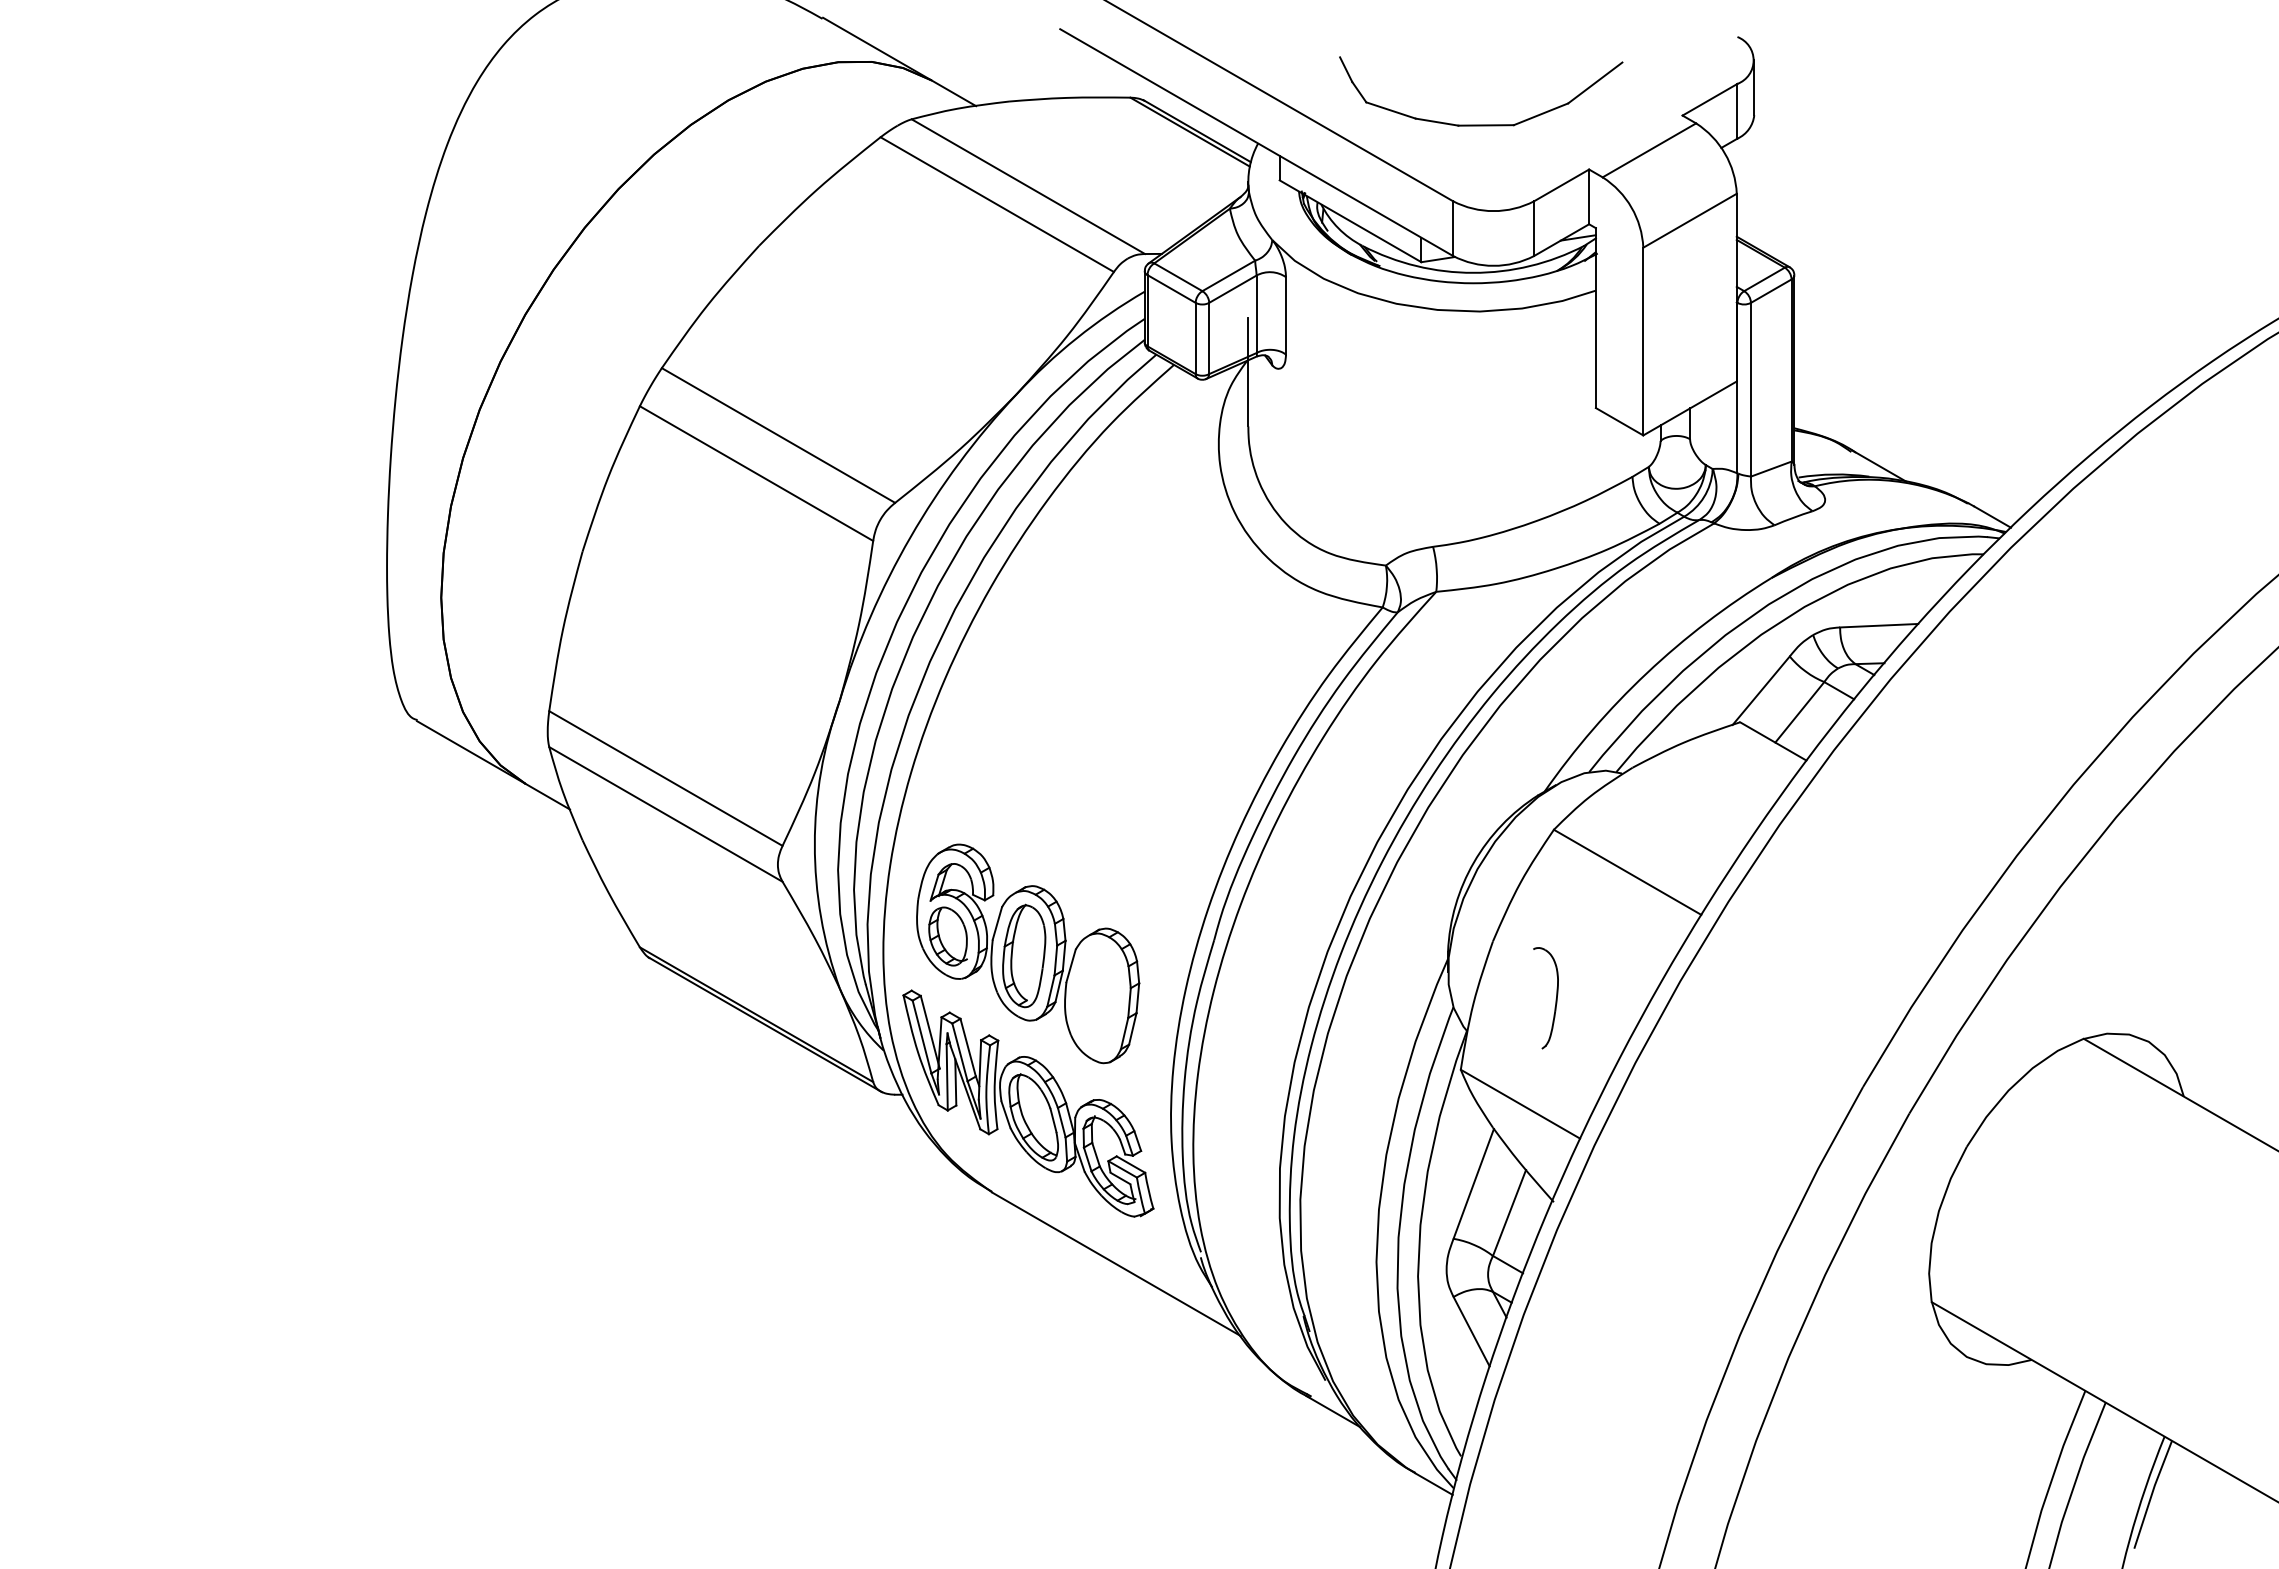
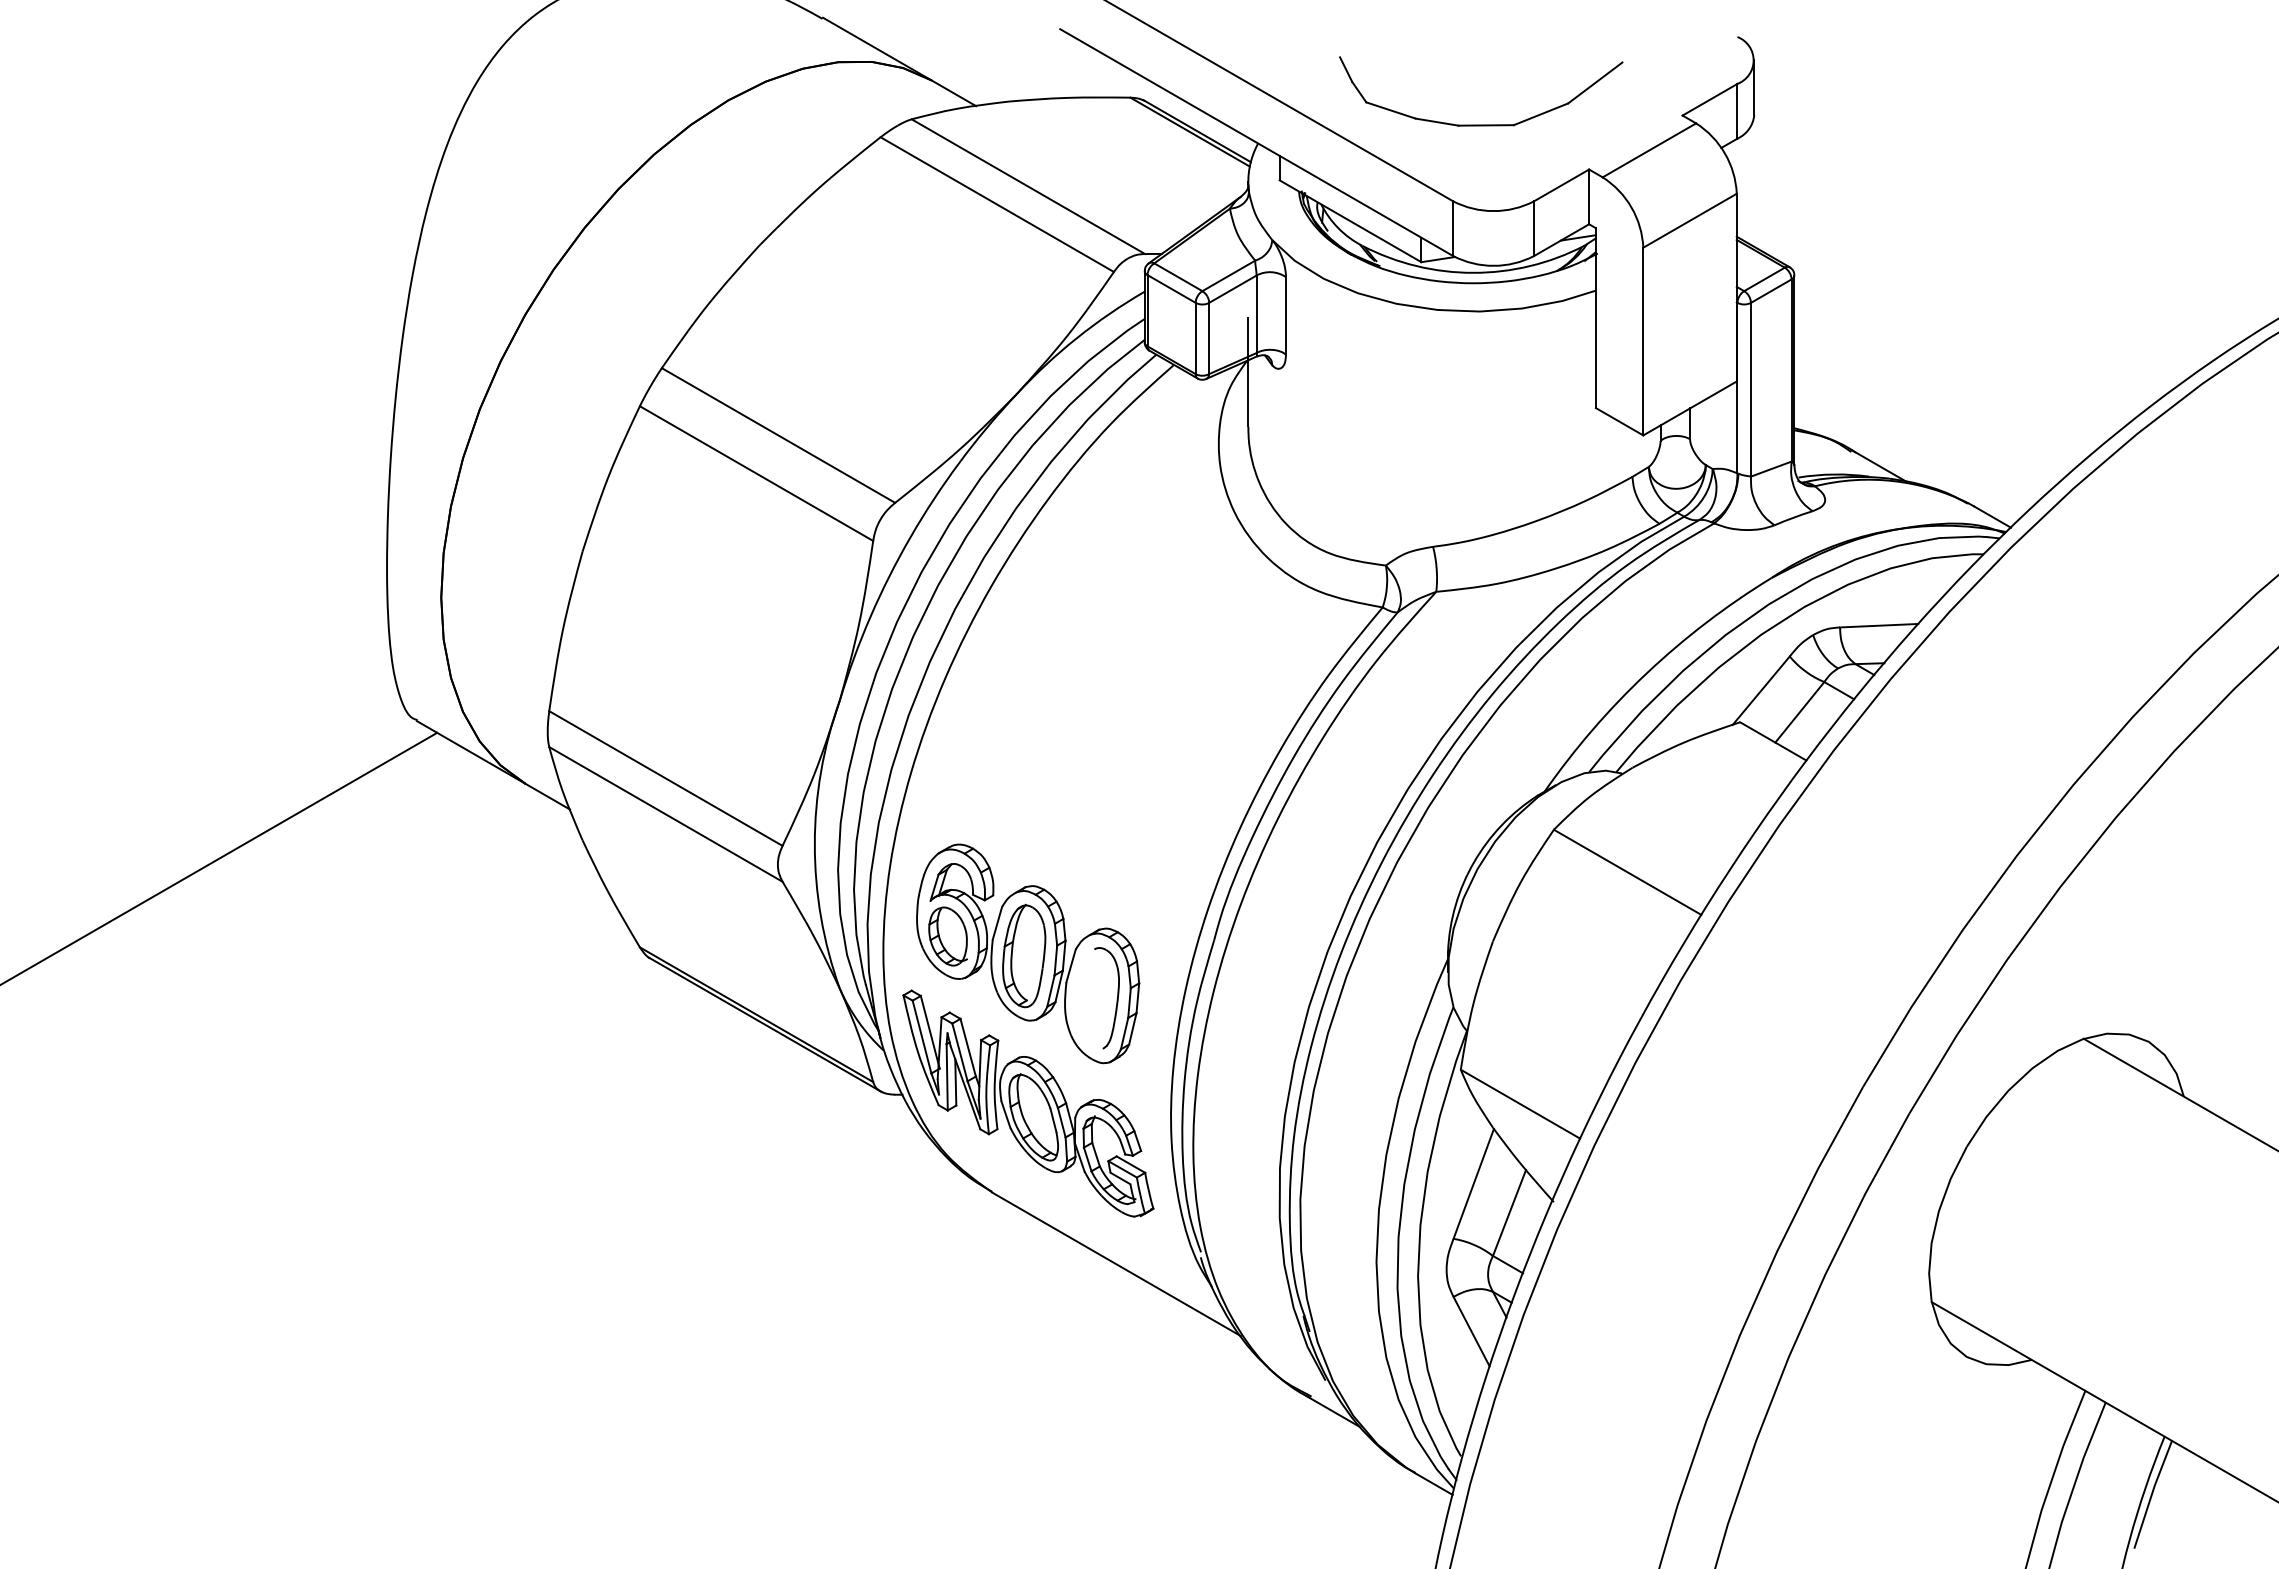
line at (219, 857): none -> present
part at (1555, 999) position: (1555, 999) -> (1116, 999)
